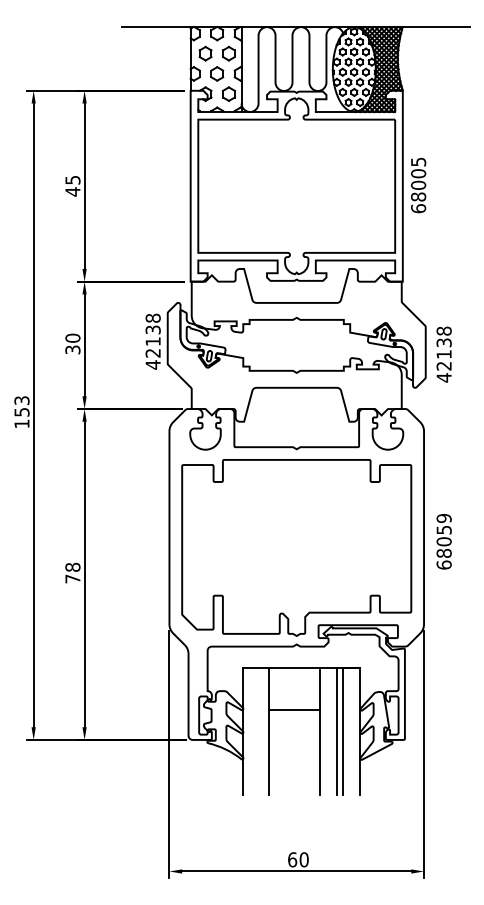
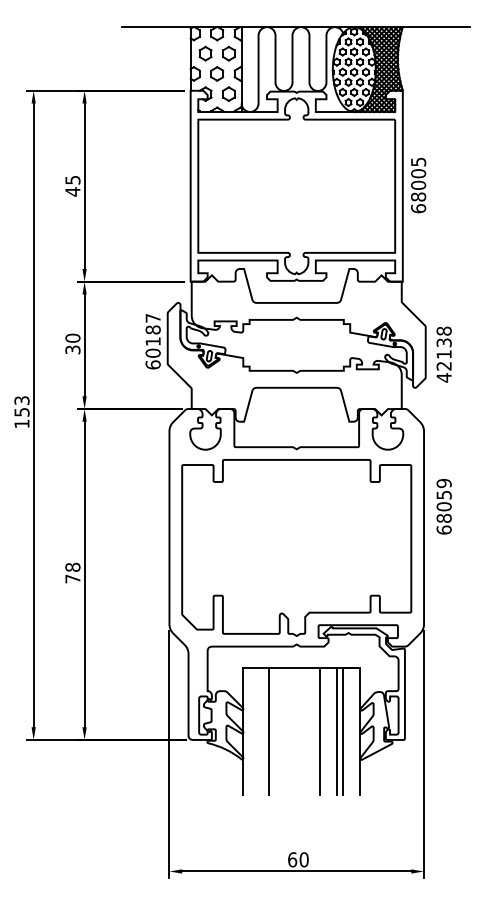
text at (152, 341): 42138 -> 60187
text at (443, 541) position: (443, 541) -> (443, 506)
line at (293, 710): present -> none
